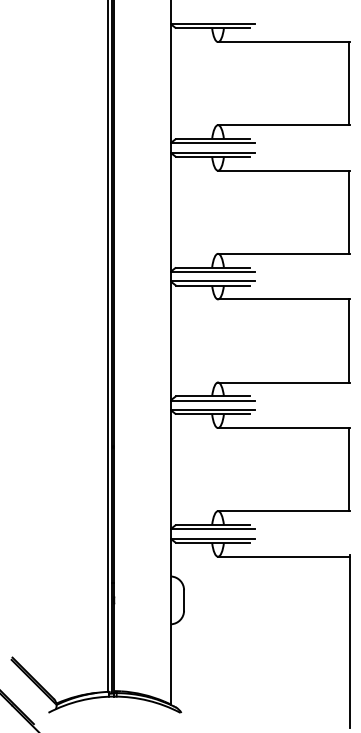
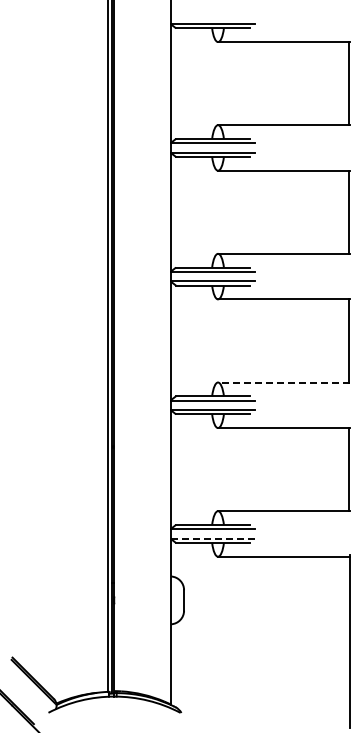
line at (283, 382): solid -> dashed
line at (213, 538): solid -> dashed
